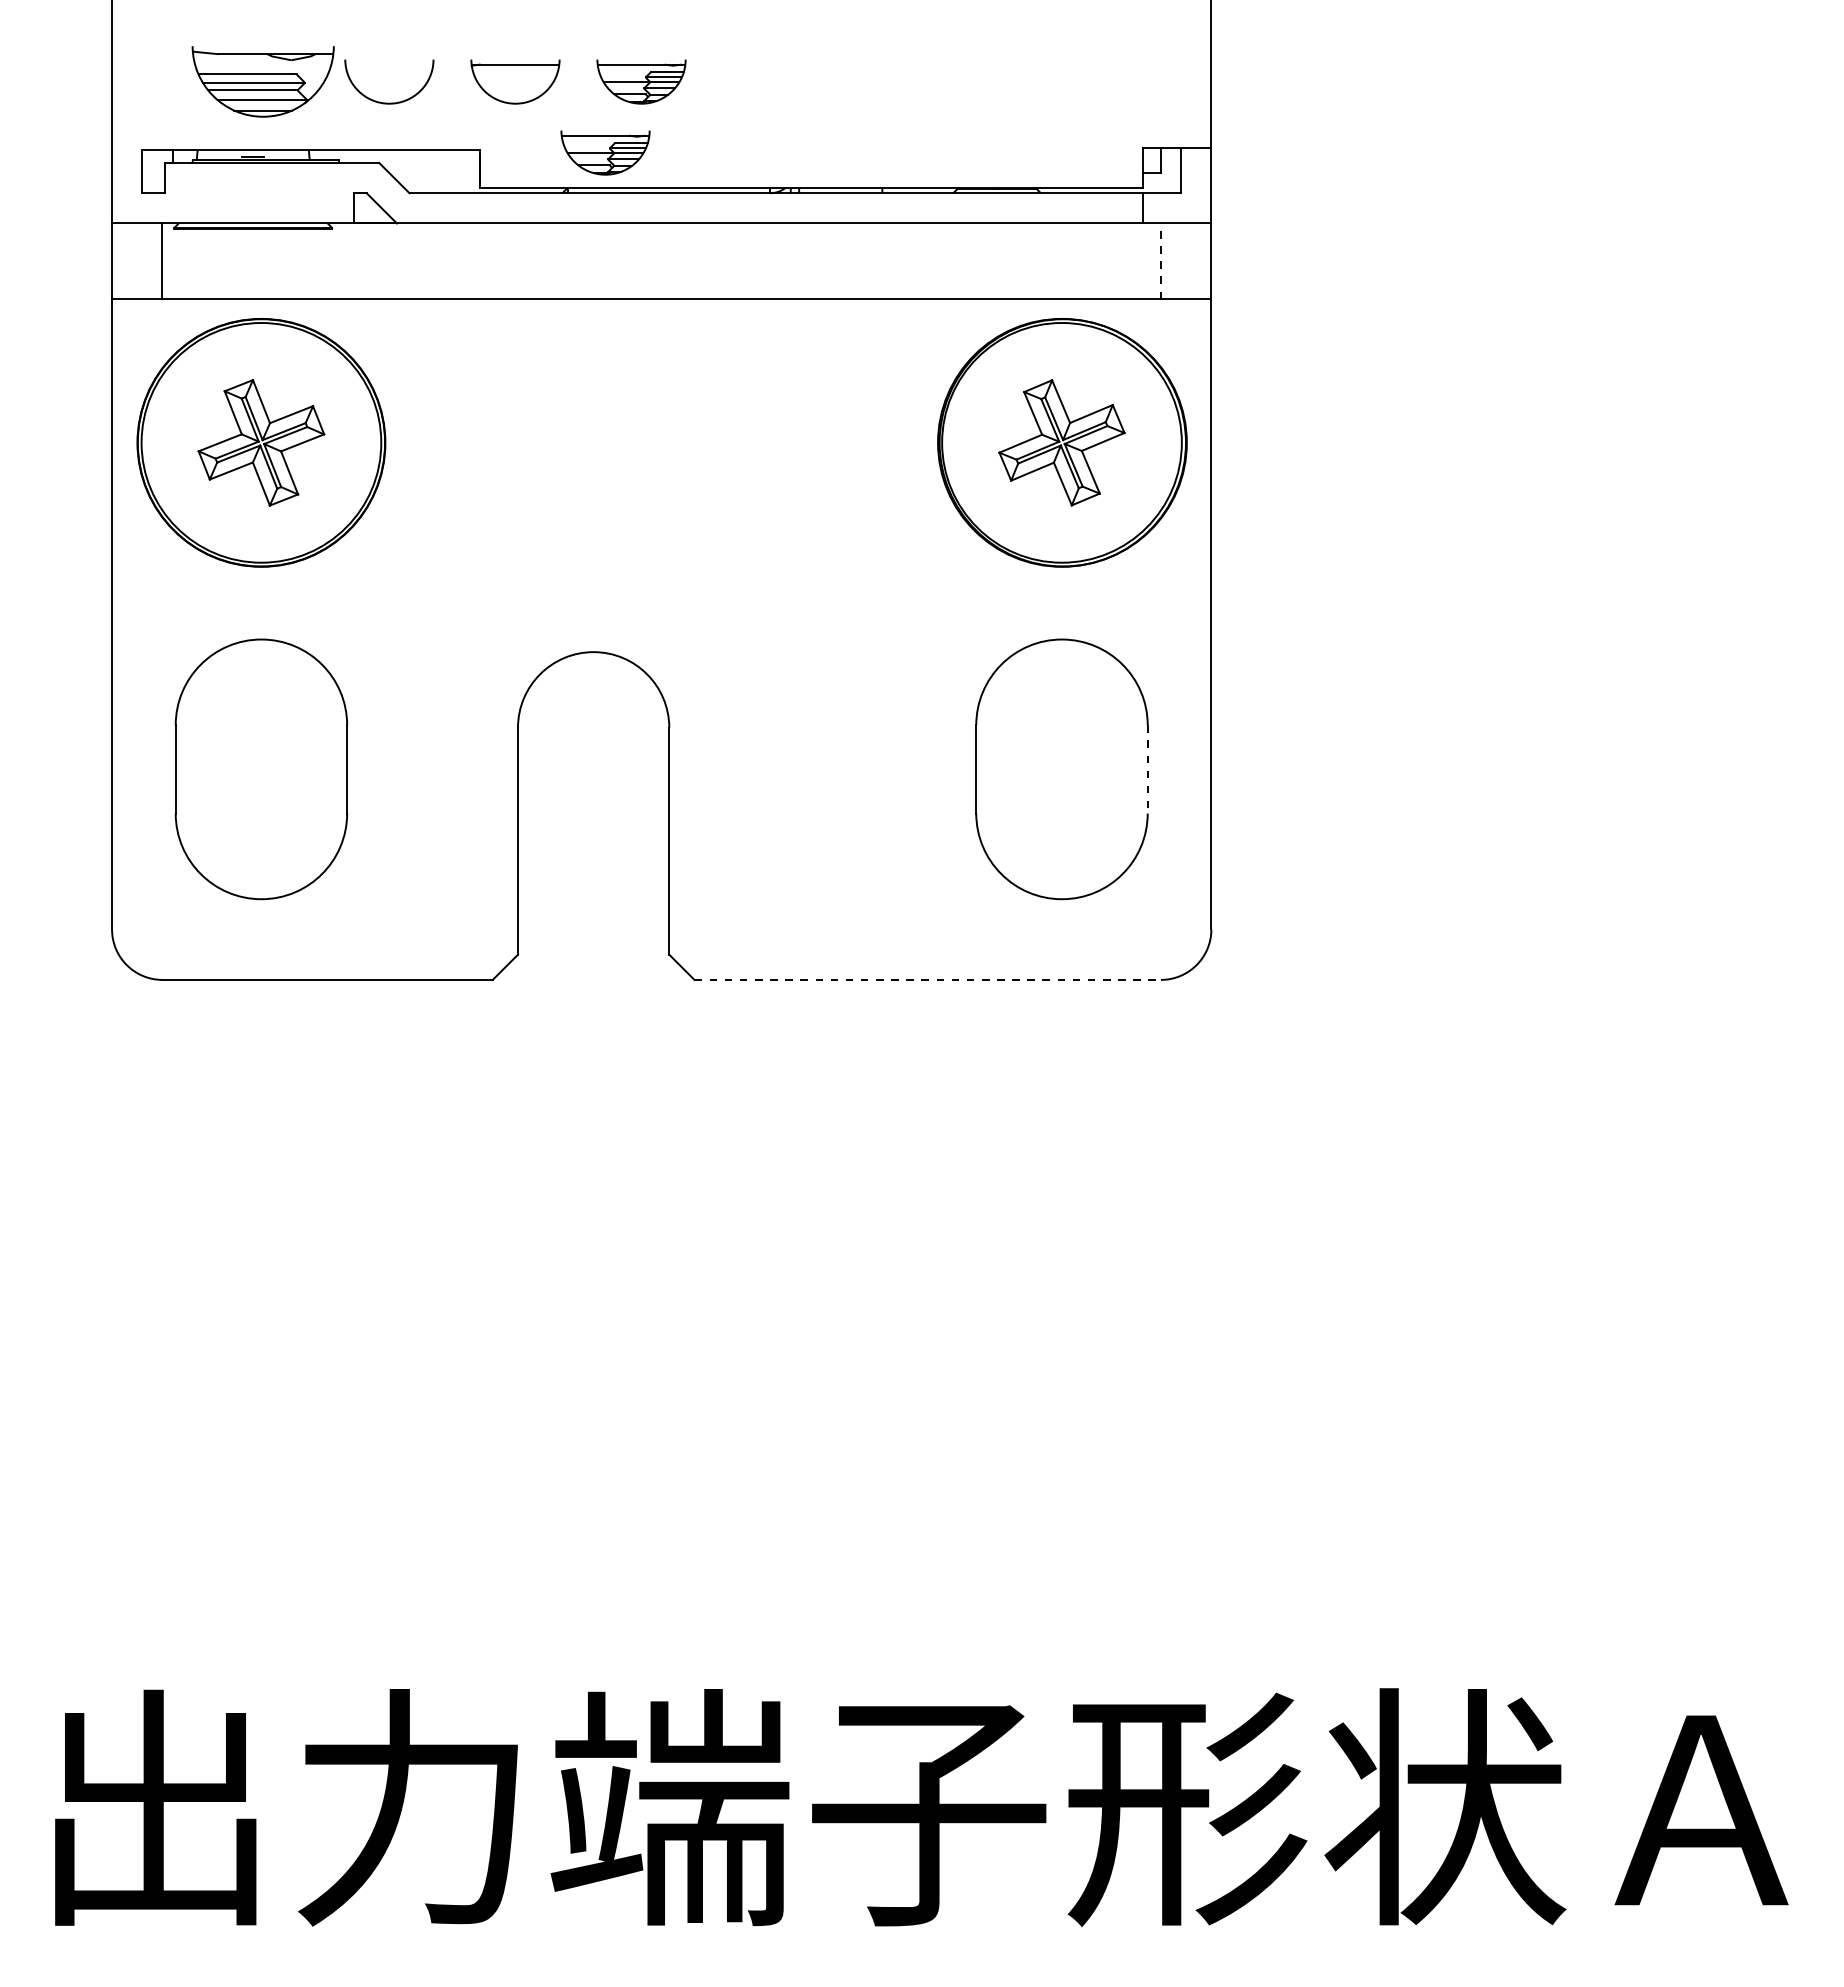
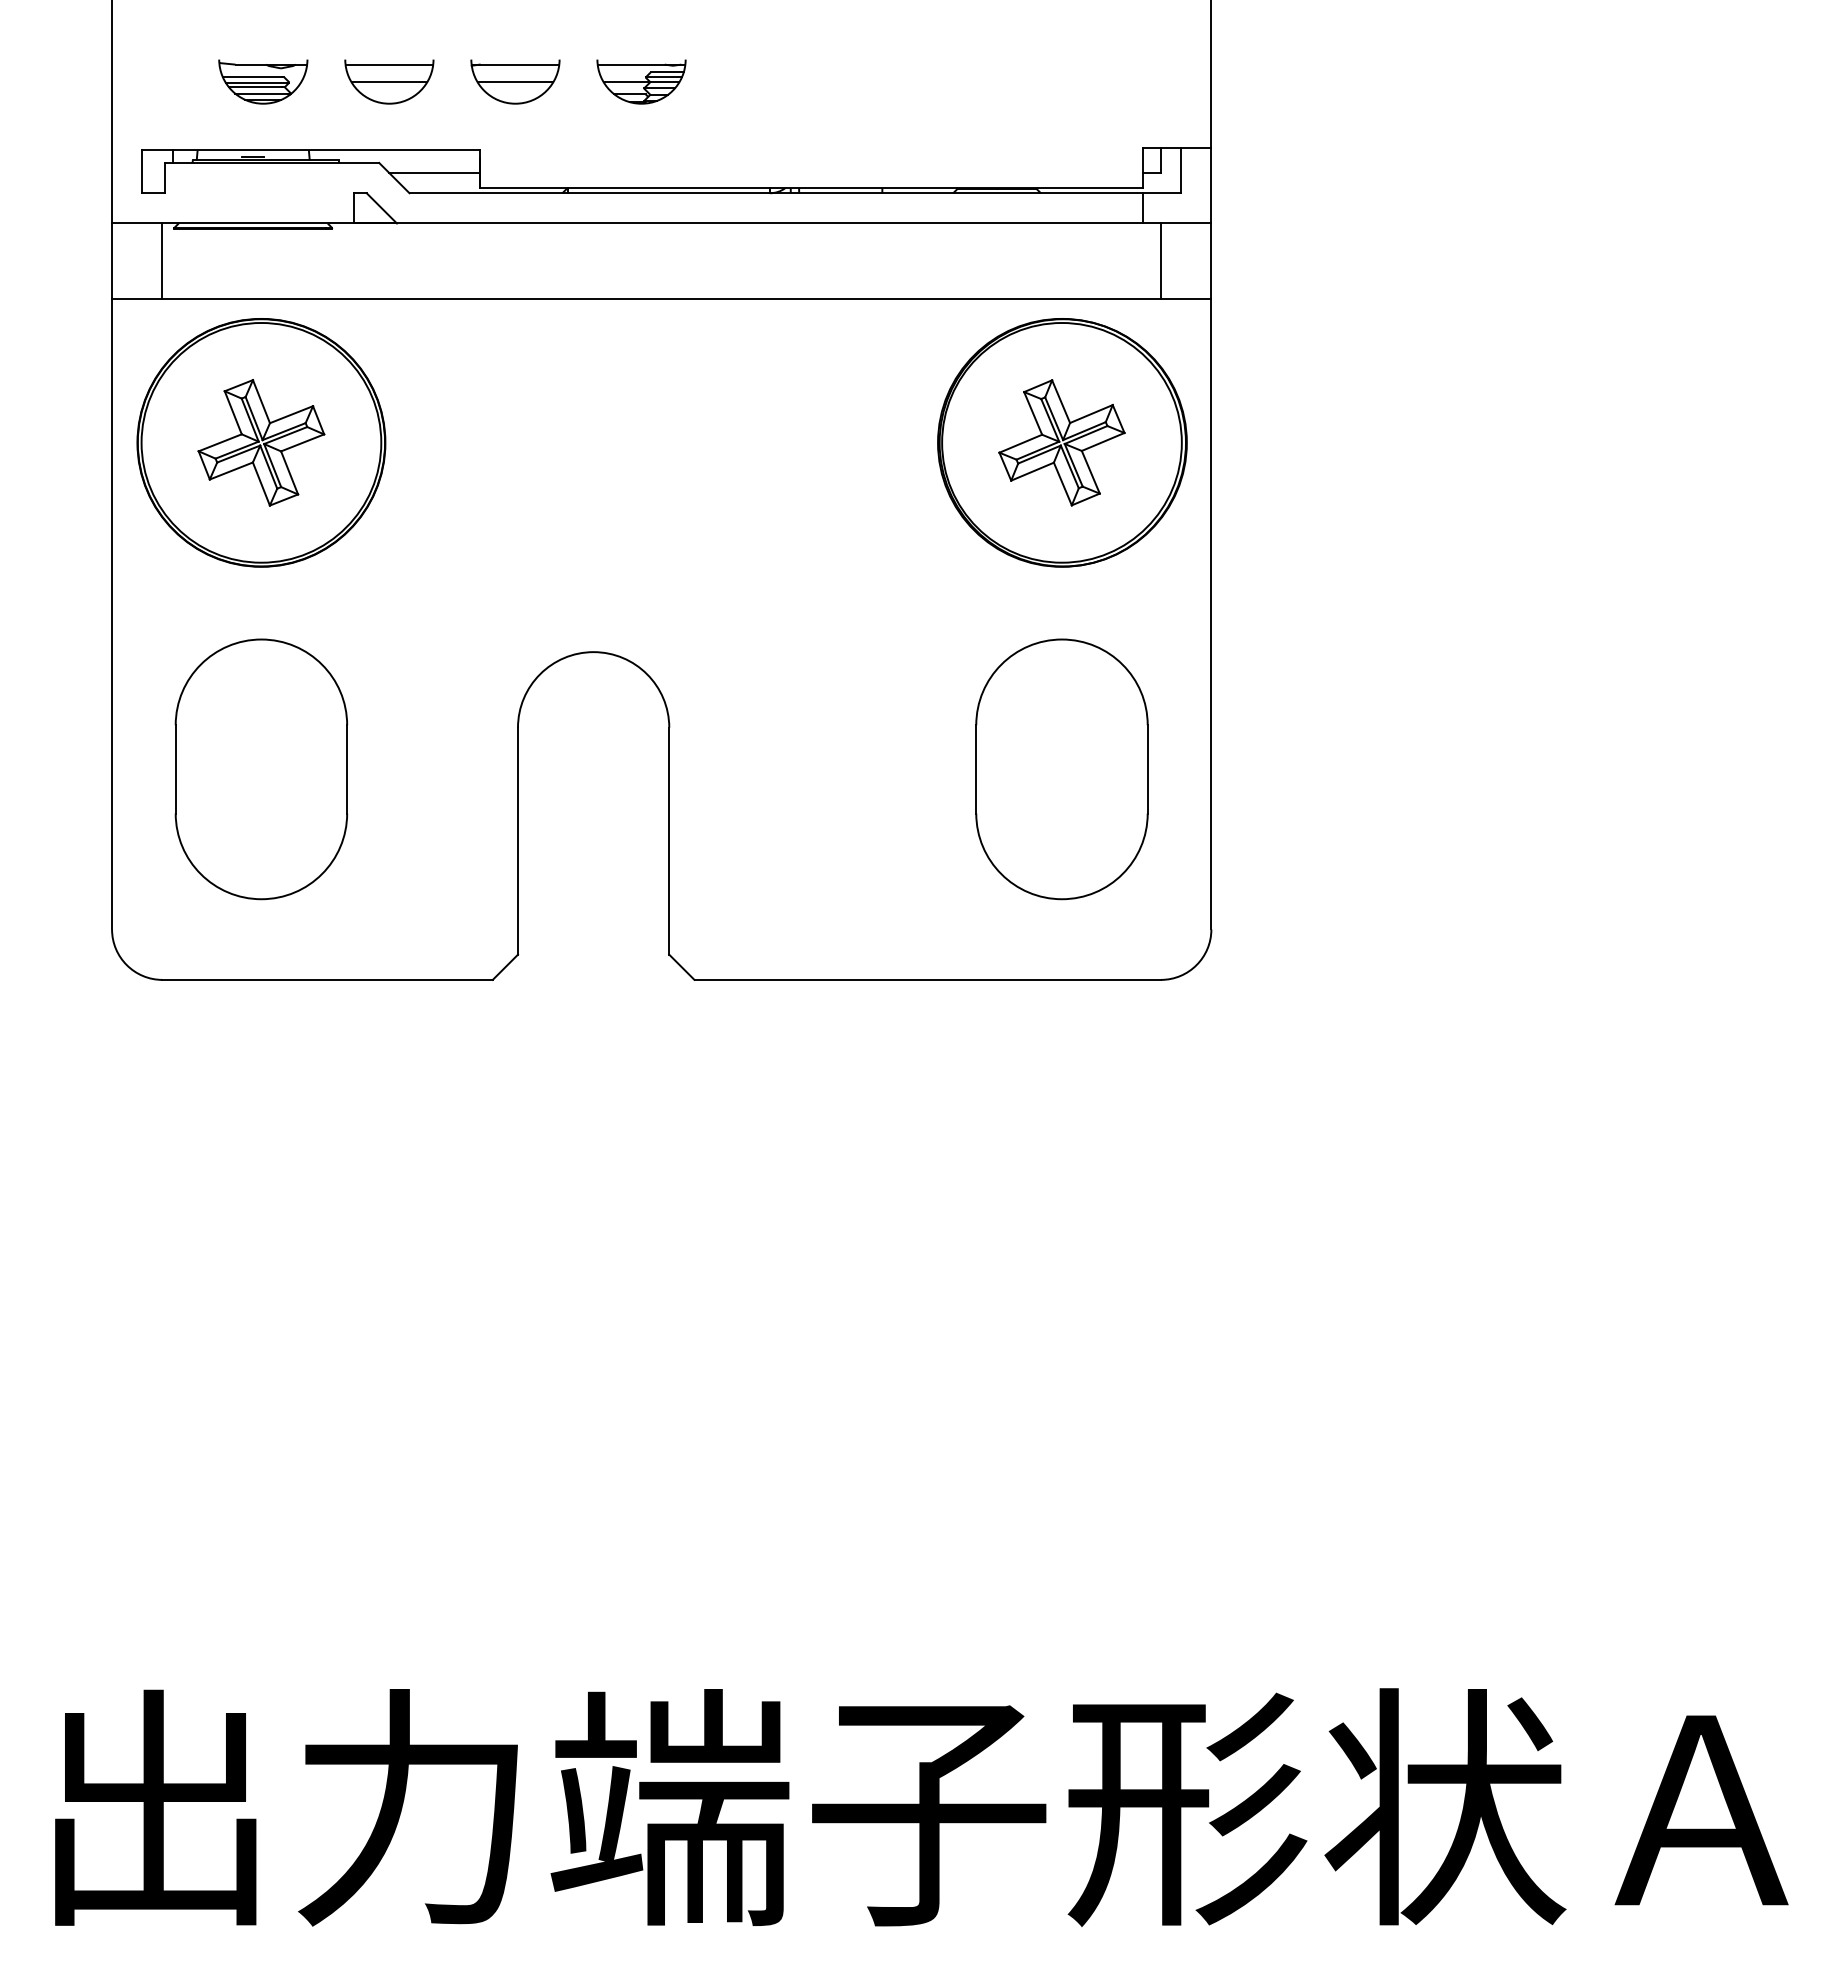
line at (389, 64): none -> present
part at (262, 81) size: 144x72 px -> 91x46 px
line at (389, 82): none -> present
line at (515, 82): none -> present
part at (605, 152): present -> none
line at (434, 172): none -> present
line at (1160, 261): dashed -> solid
line at (1147, 769): dashed -> solid
line at (928, 979): dashed -> solid
